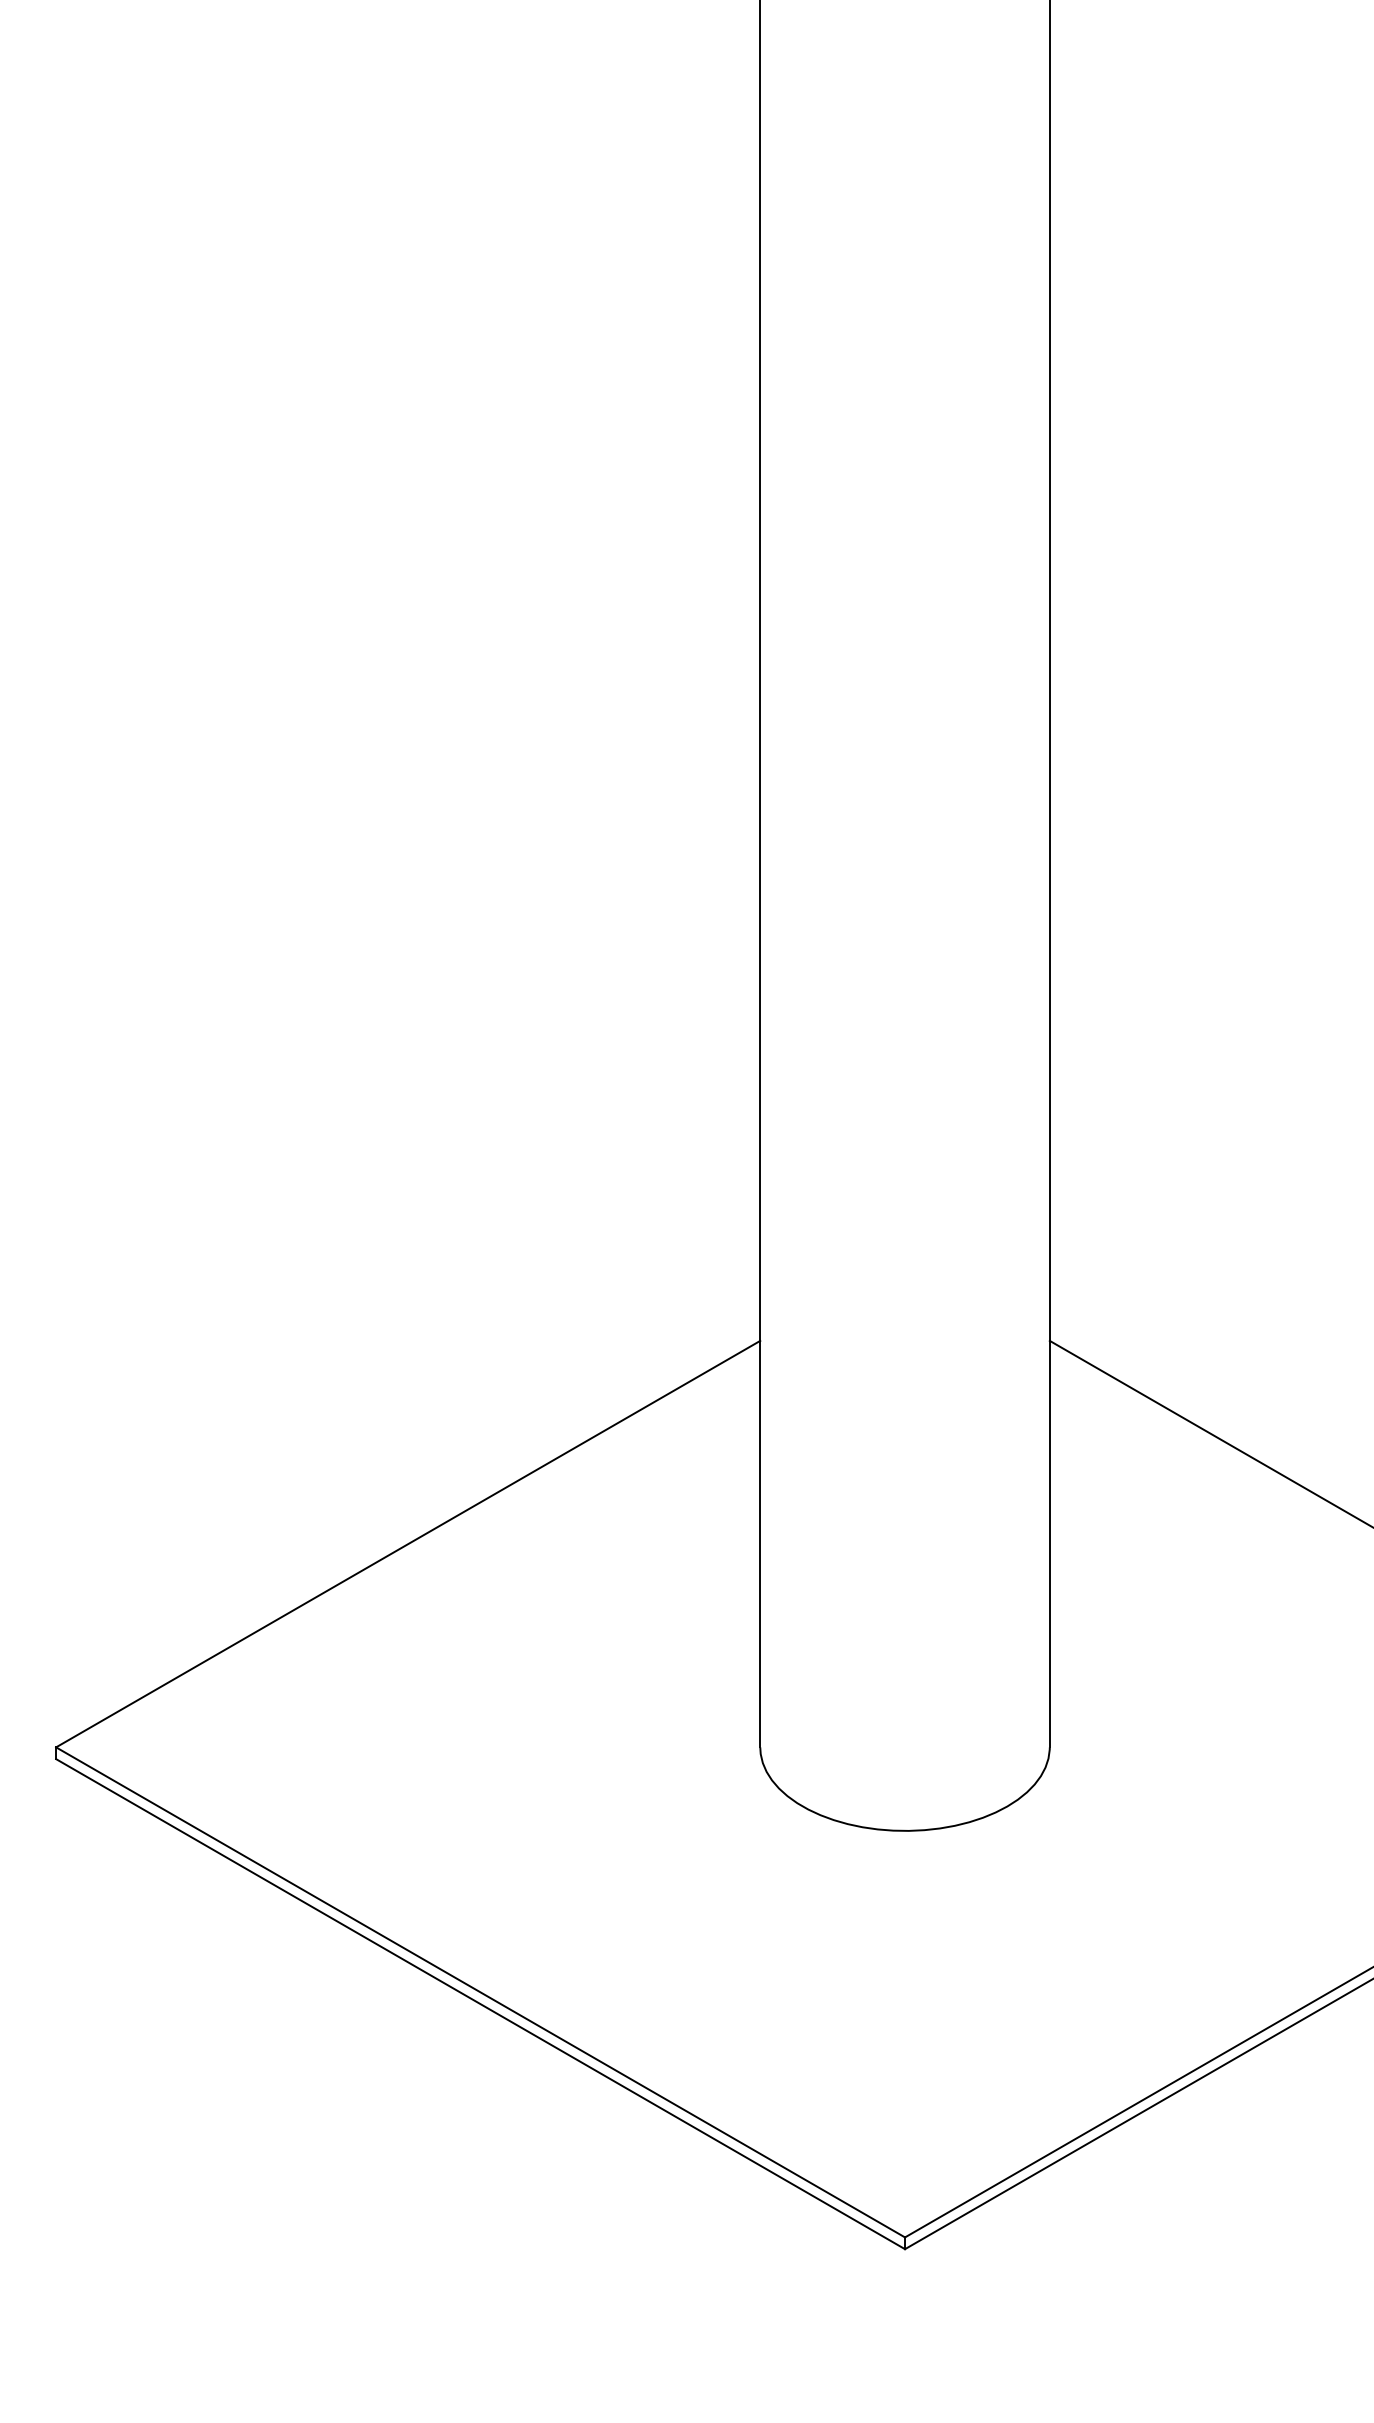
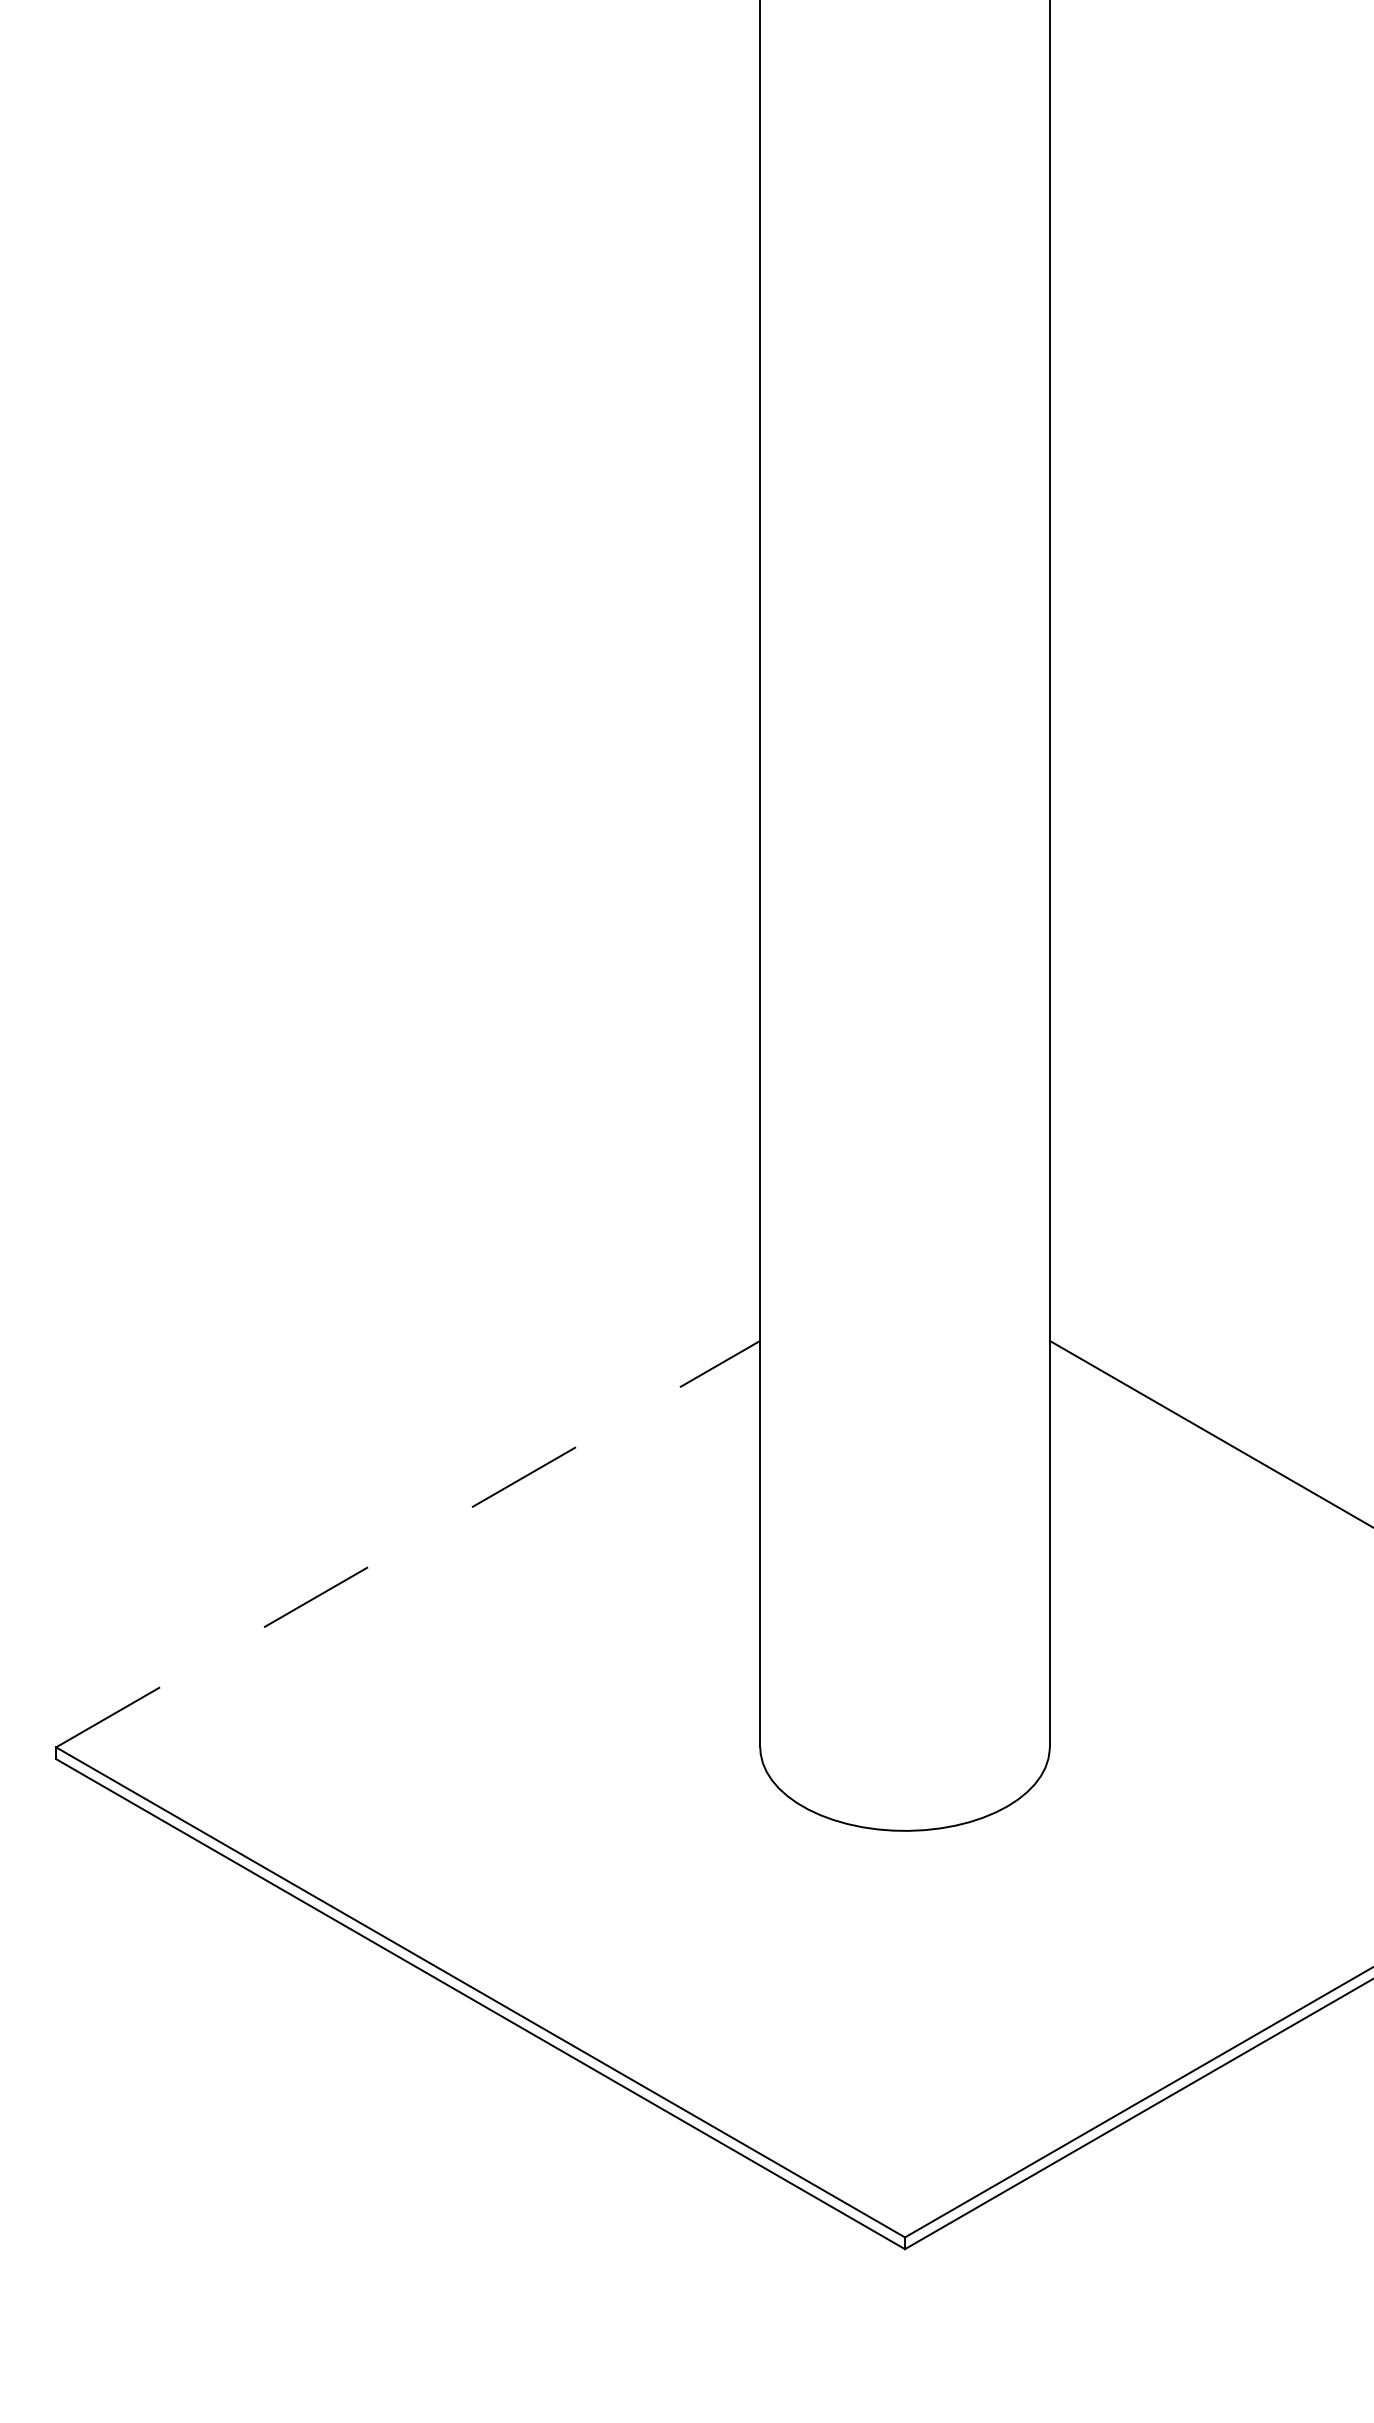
line at (408, 1544): solid -> dashed
